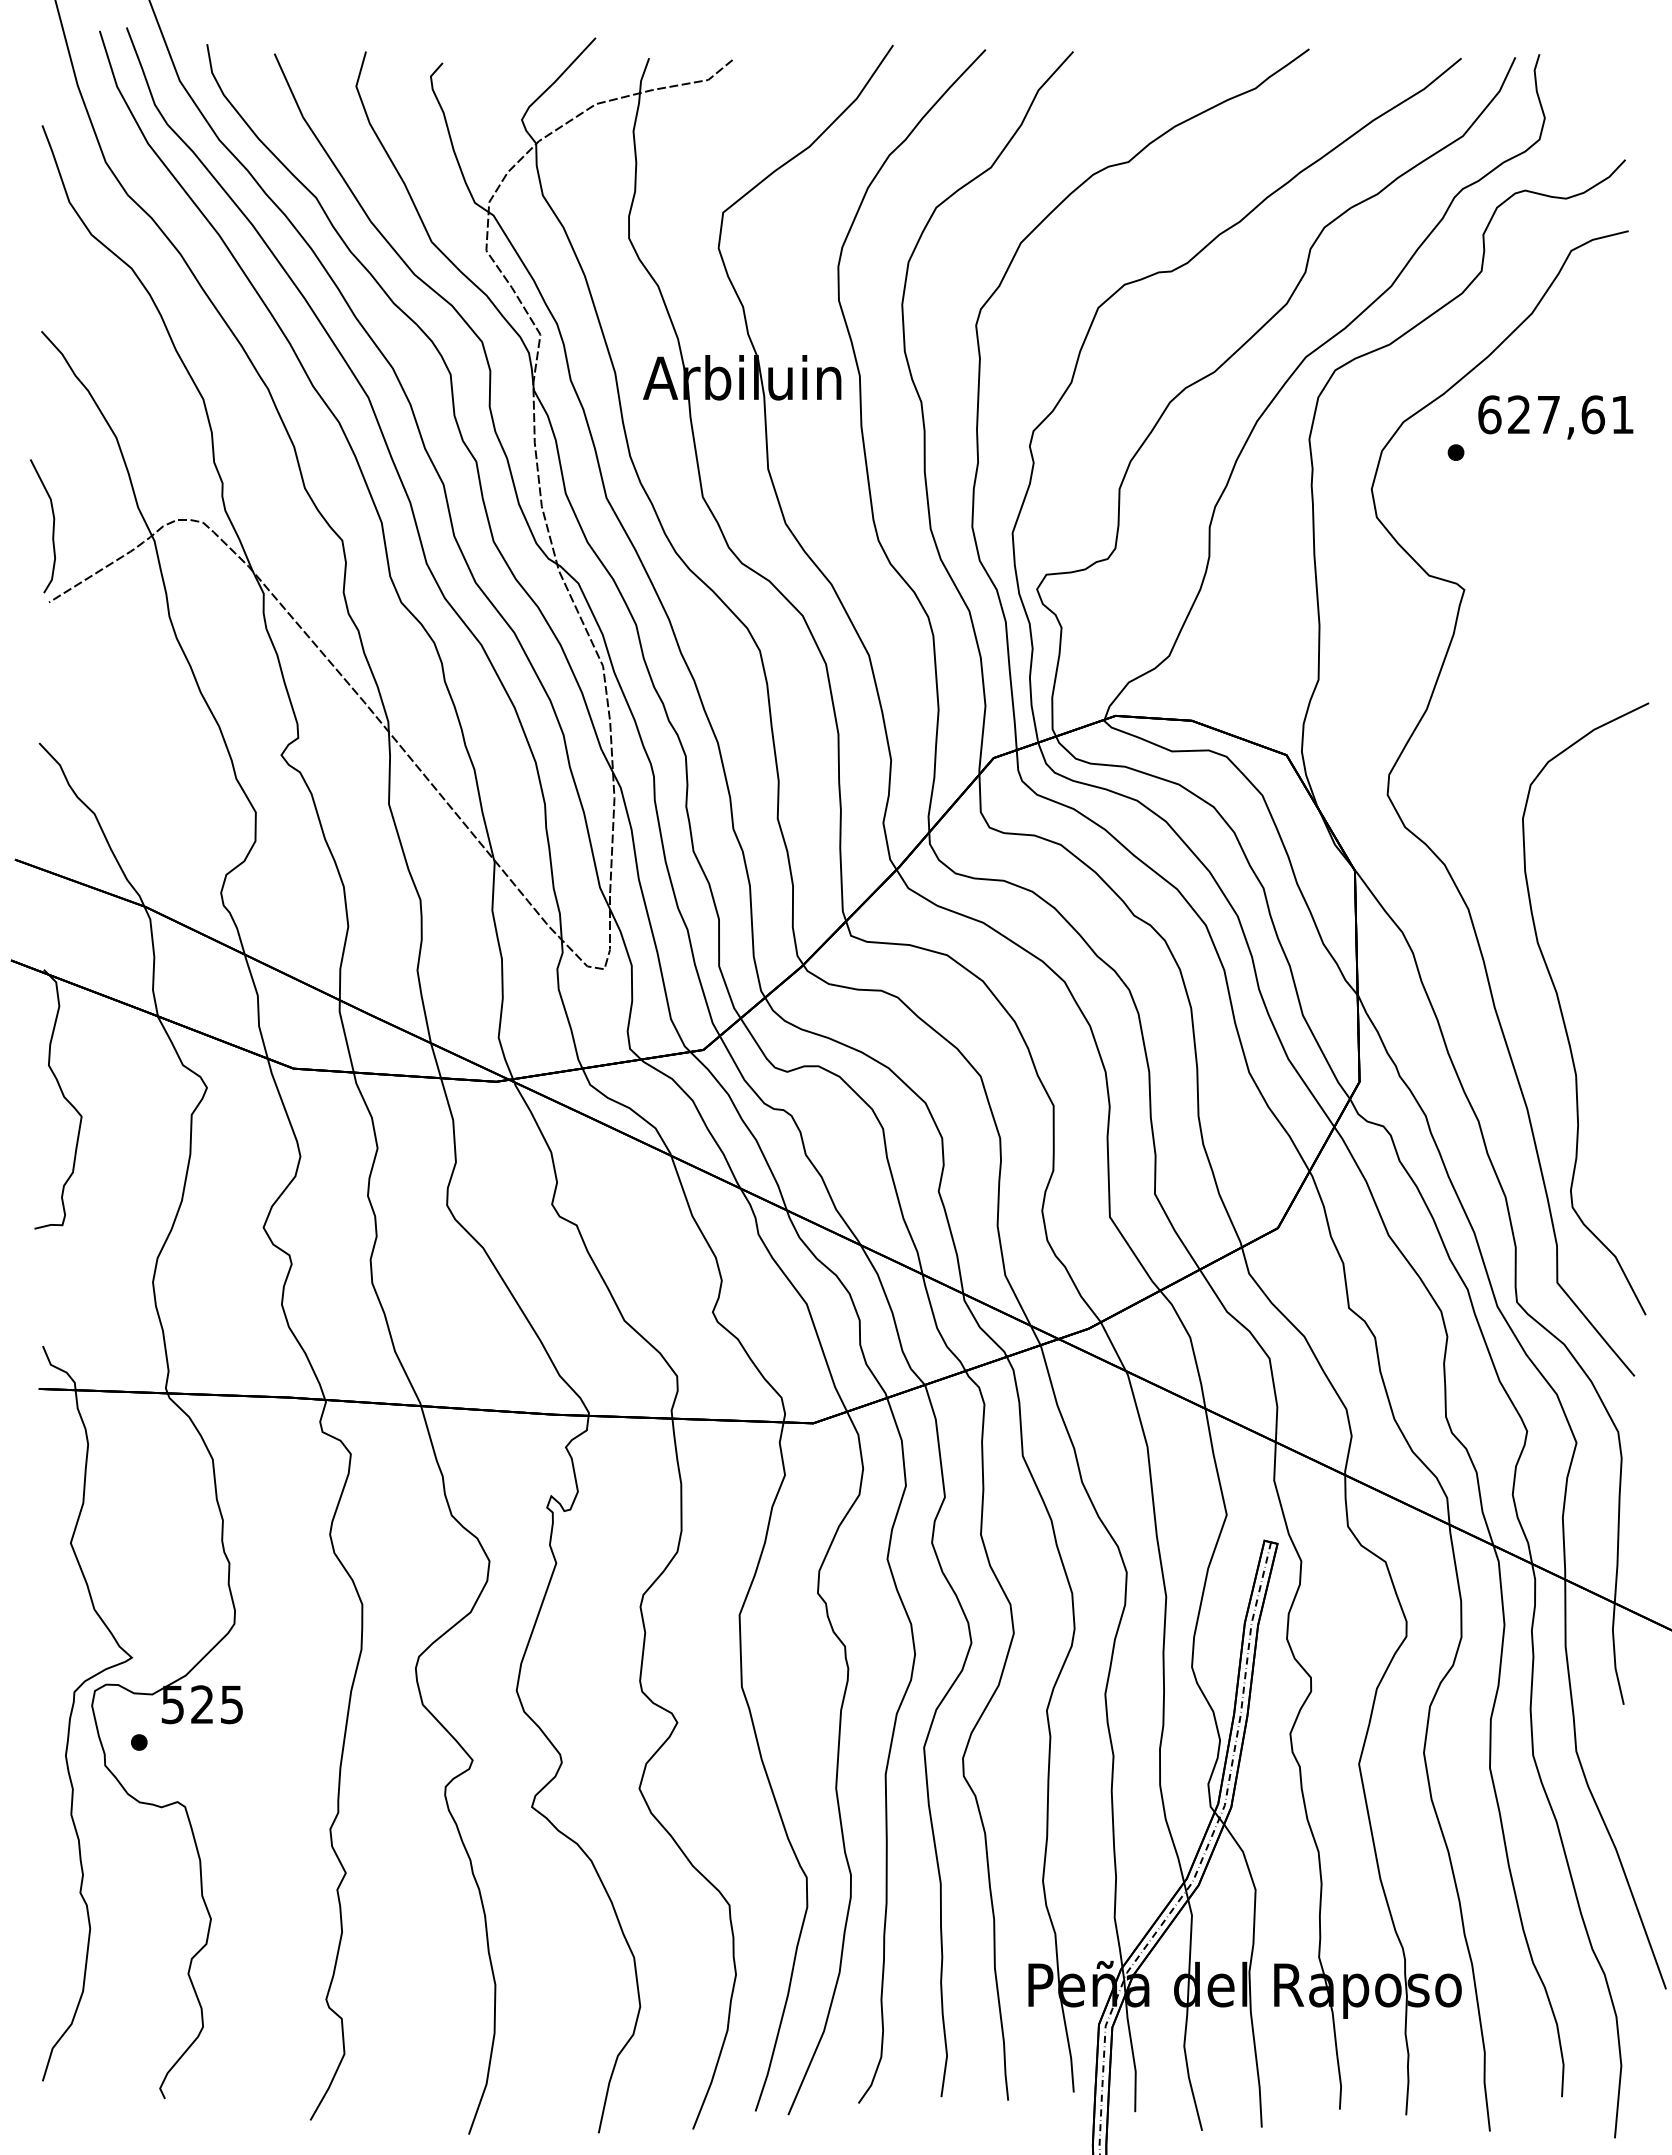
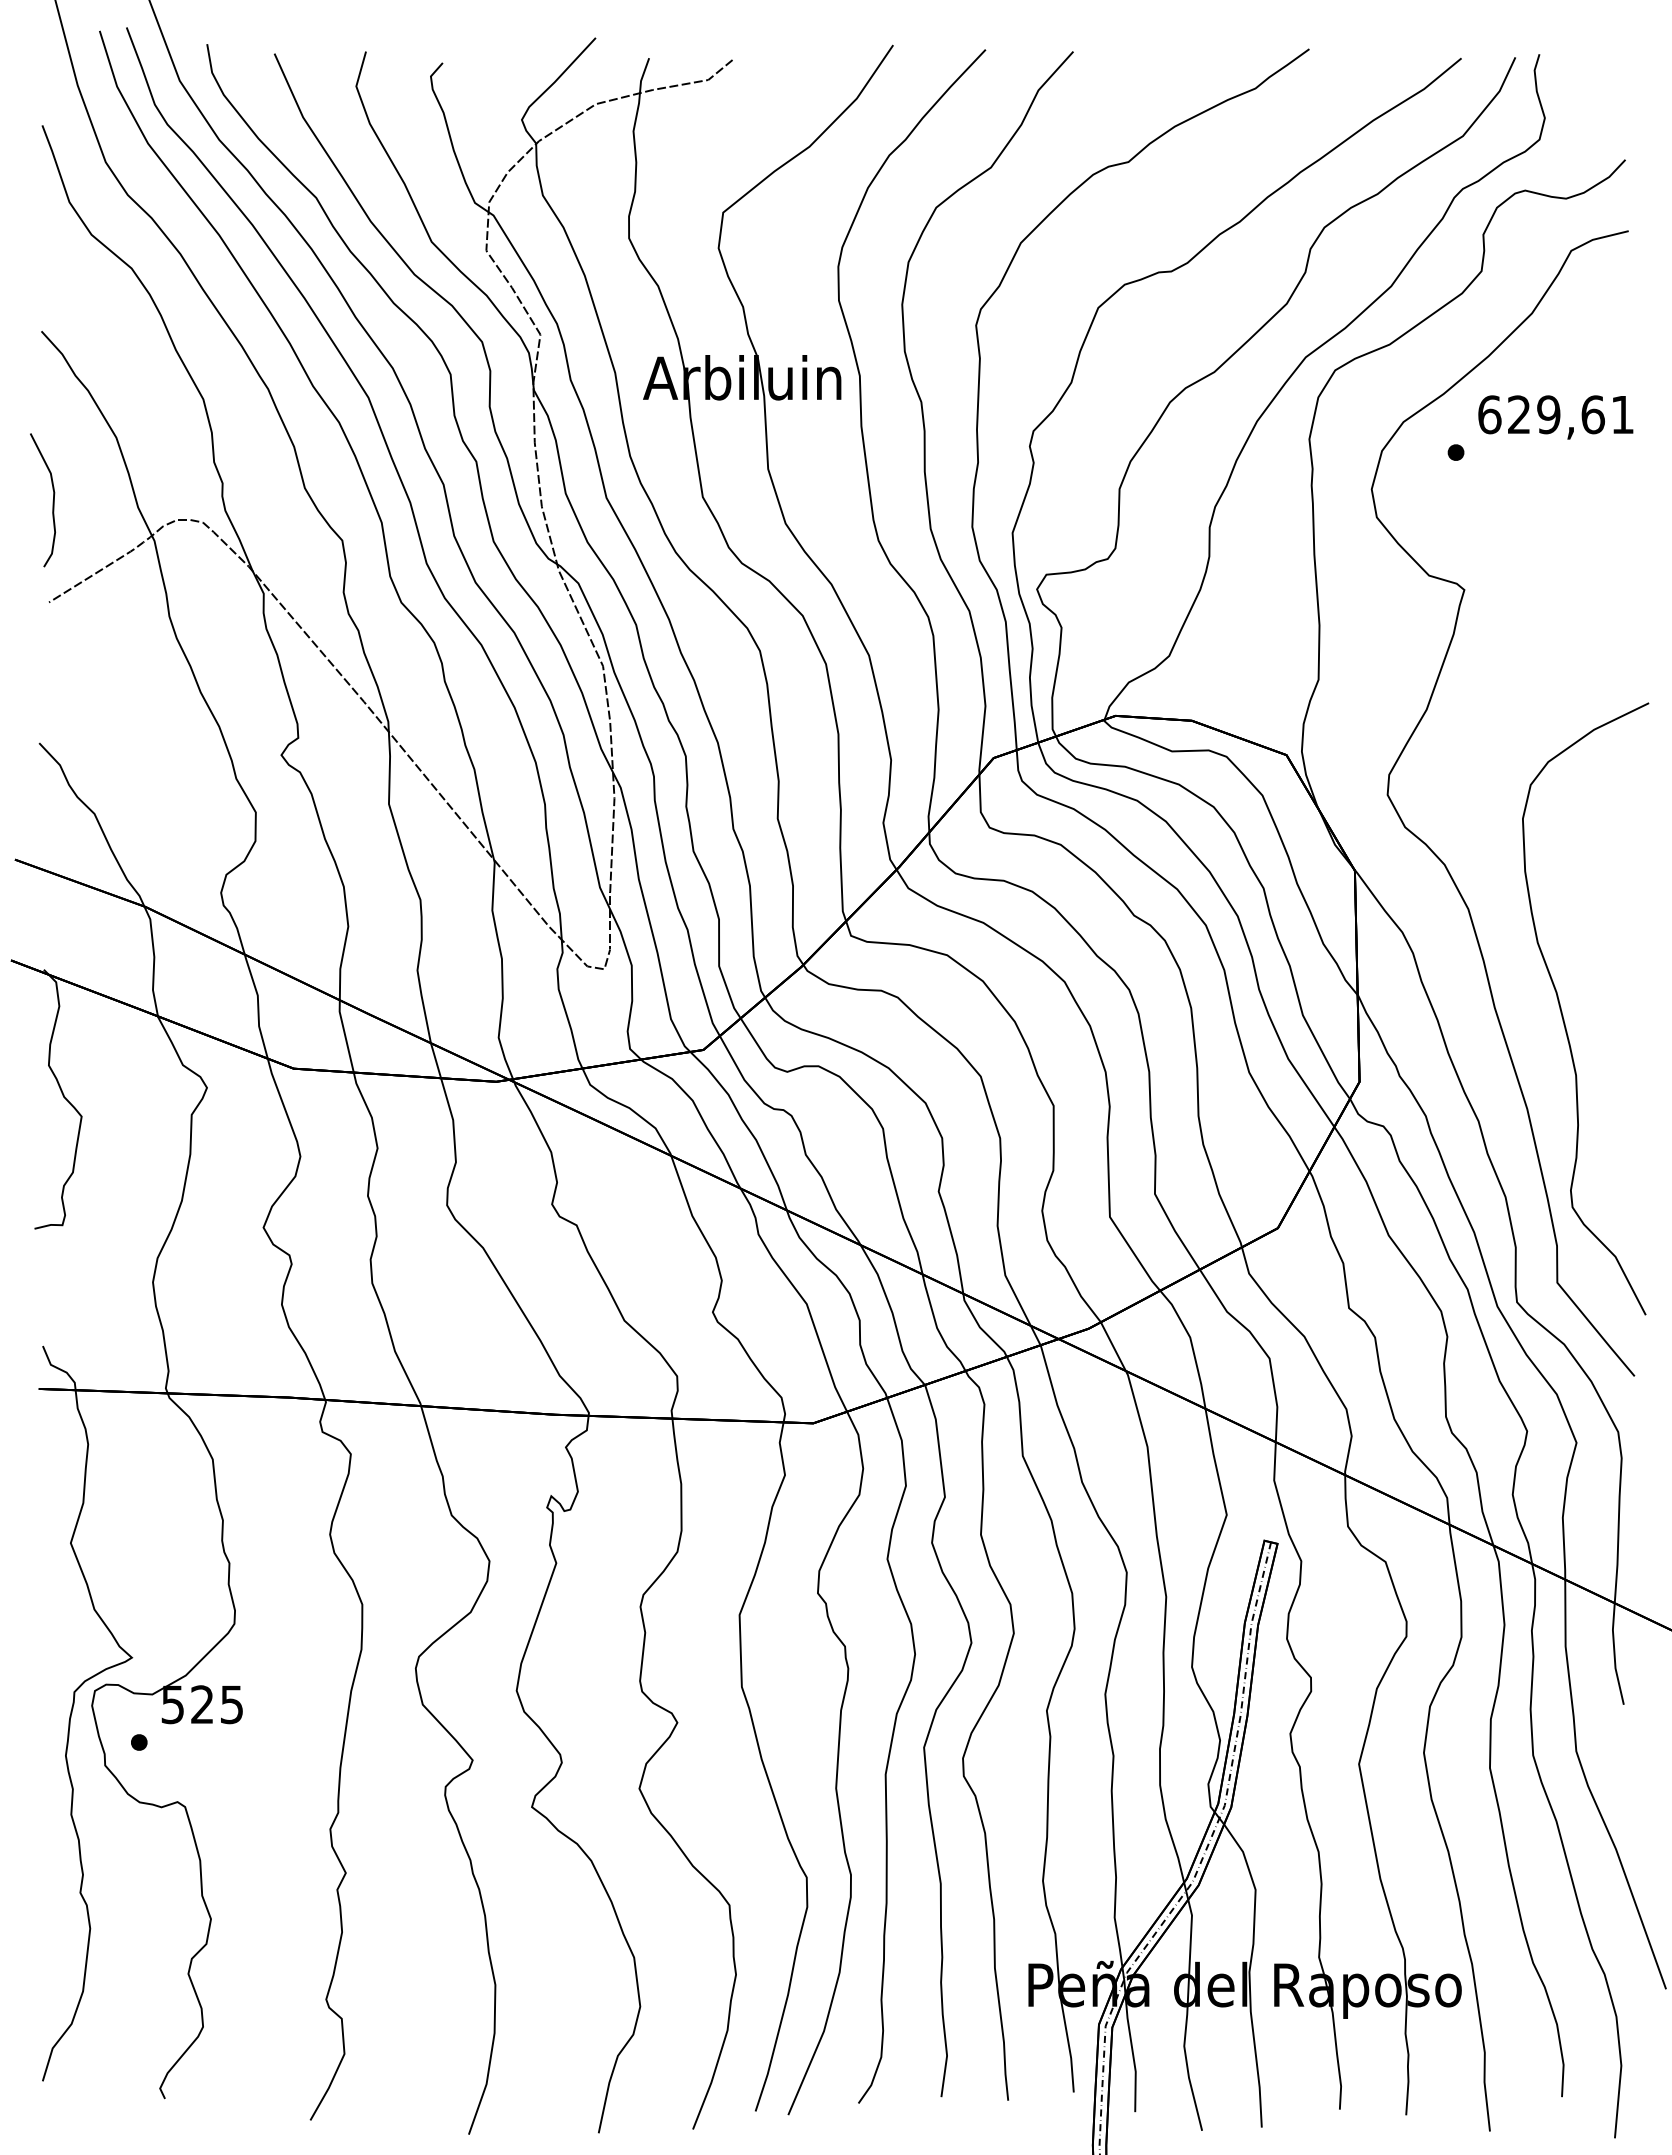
text at (1548, 414): 627,61 -> 629,61
curve at (52, 527) position: (52, 527) -> (52, 501)
